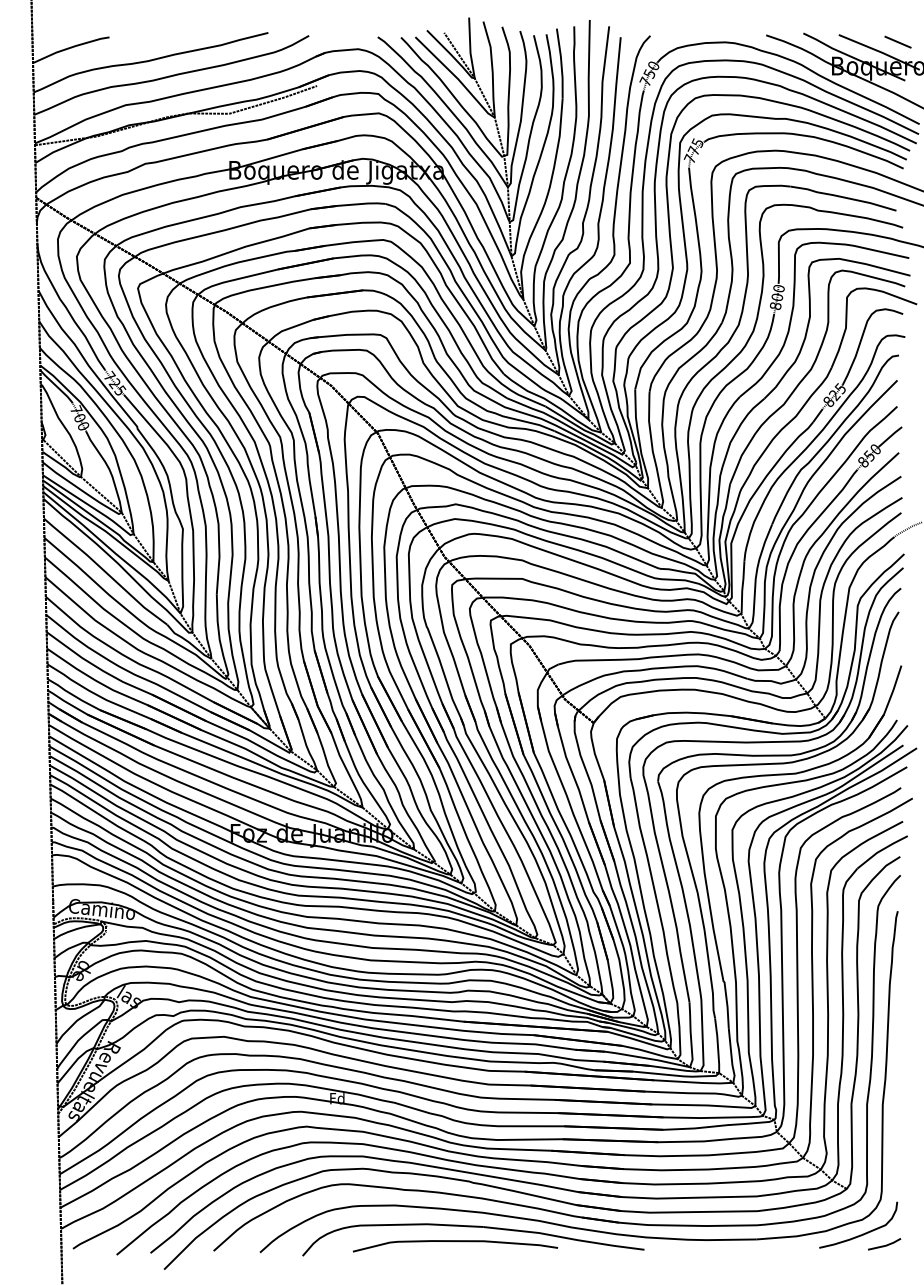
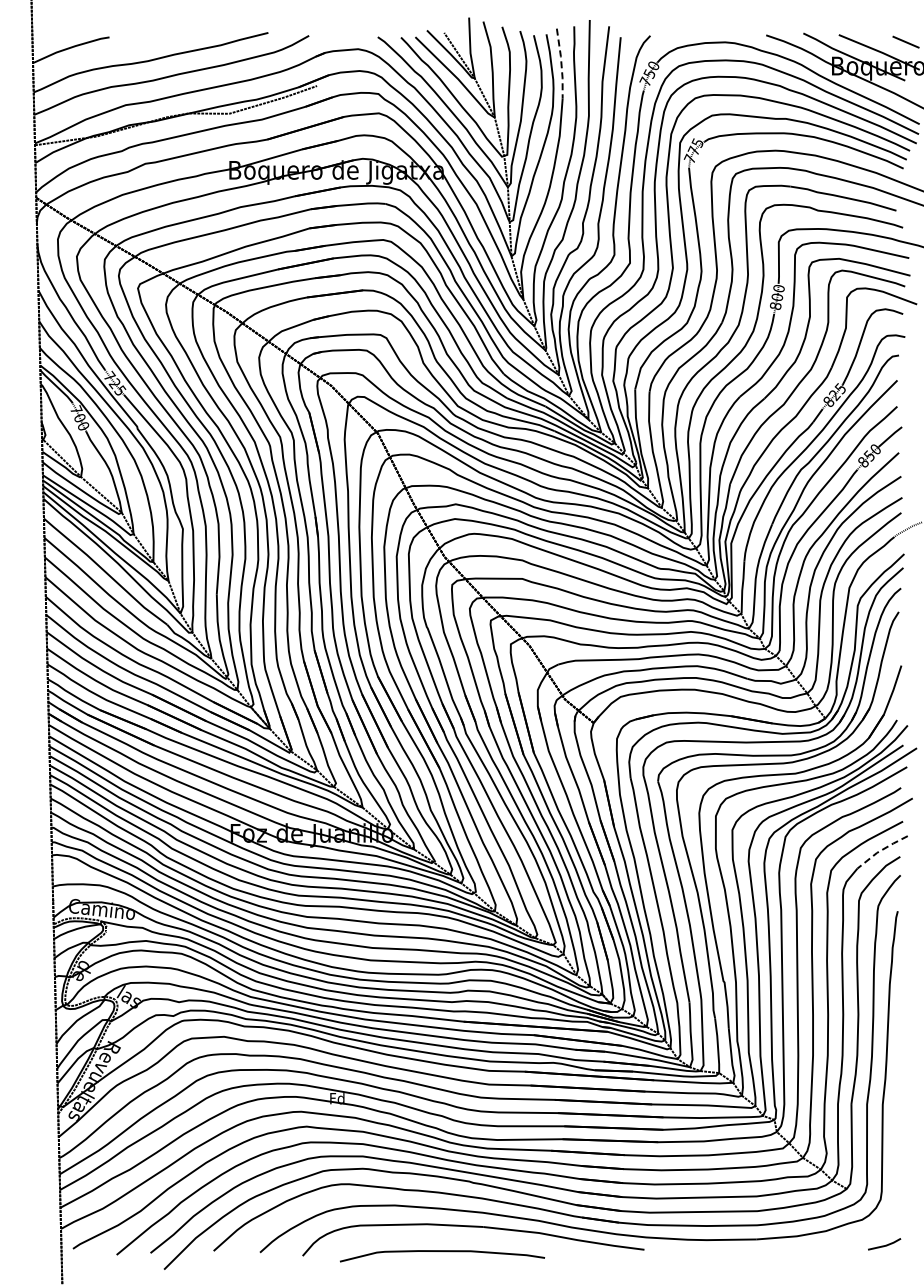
line at (897, 41) position: (897, 41) -> (905, 41)
line at (561, 63): solid -> dashed
line at (881, 850): solid -> dashed
curve at (862, 1233): present -> none
curve at (457, 1242) position: (457, 1242) -> (444, 1252)
